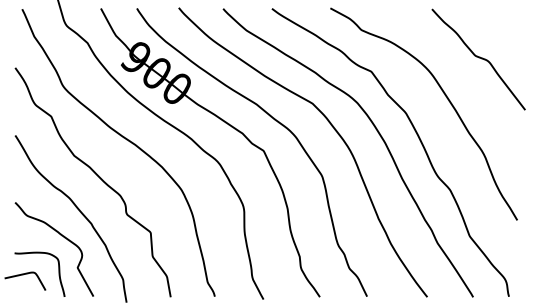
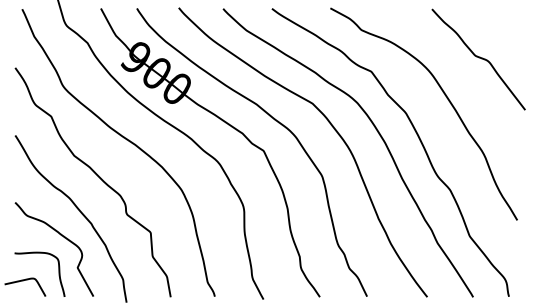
curve at (23, 275) position: (23, 275) -> (23, 281)
